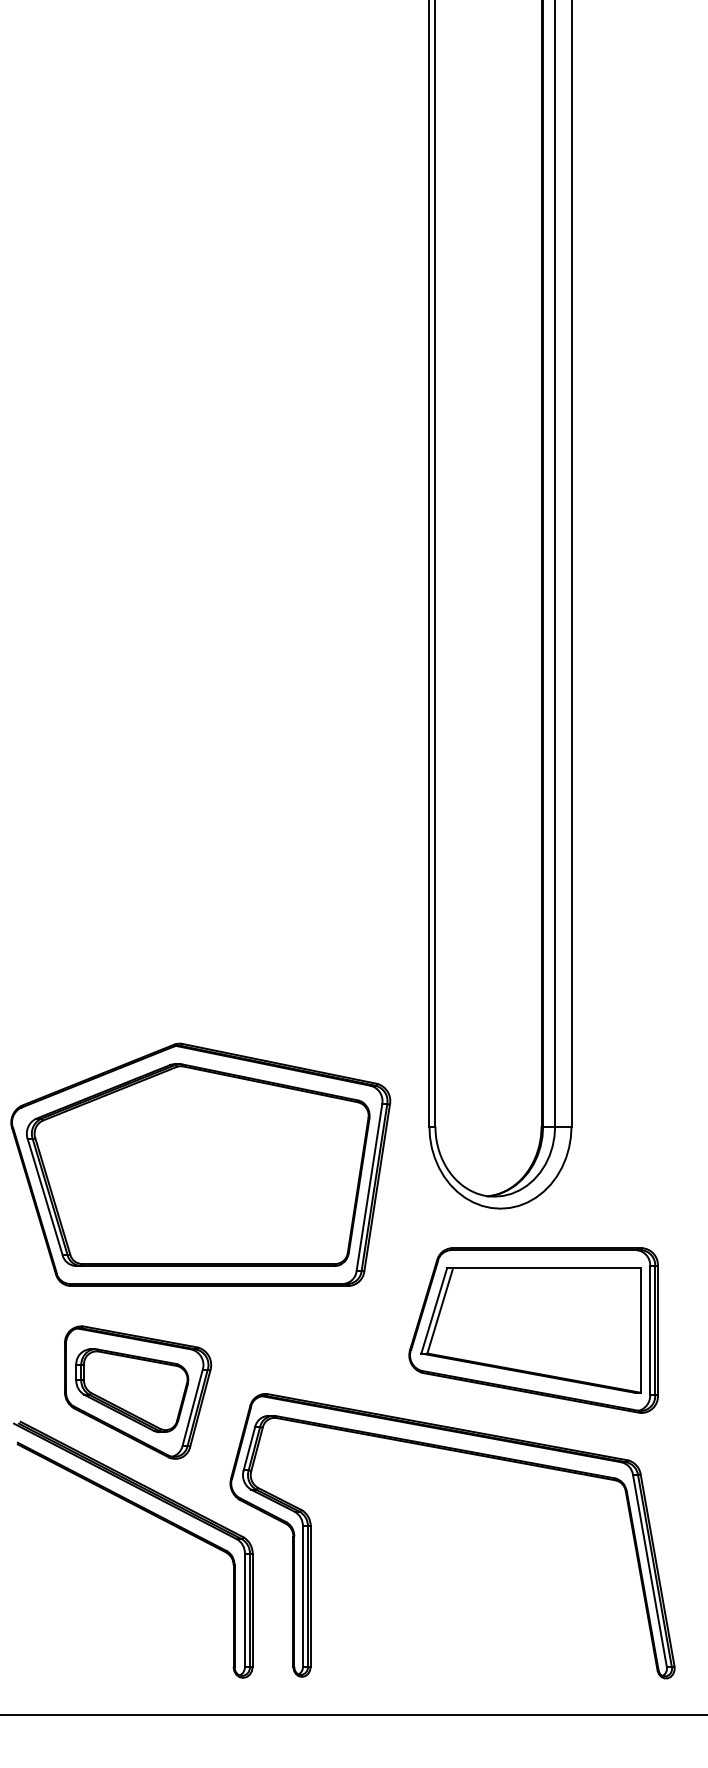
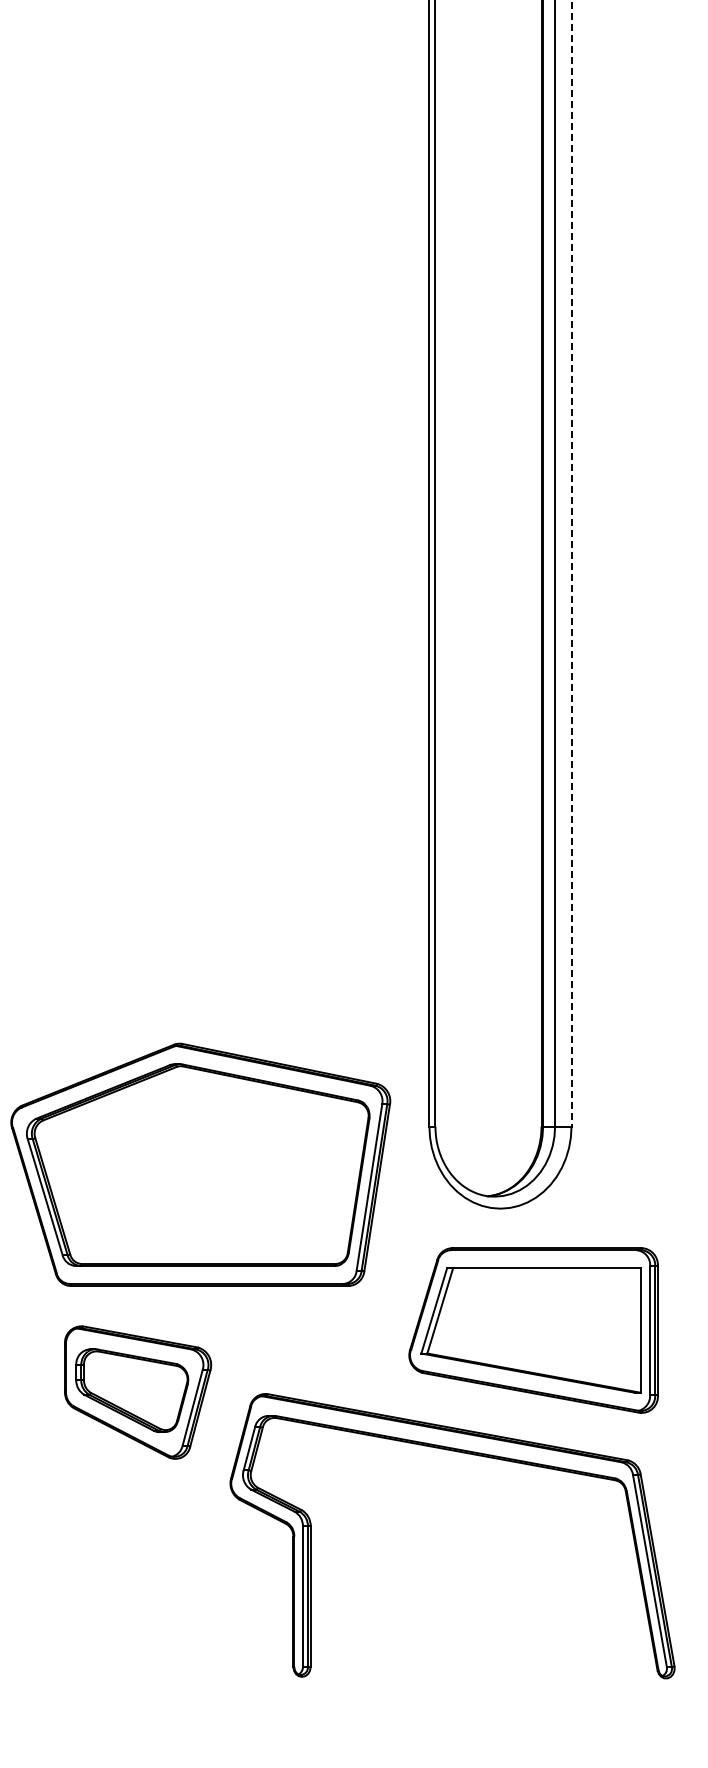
line at (571, 563): solid -> dashed
part at (150, 1514): present -> none
line at (353, 1714): present -> none
